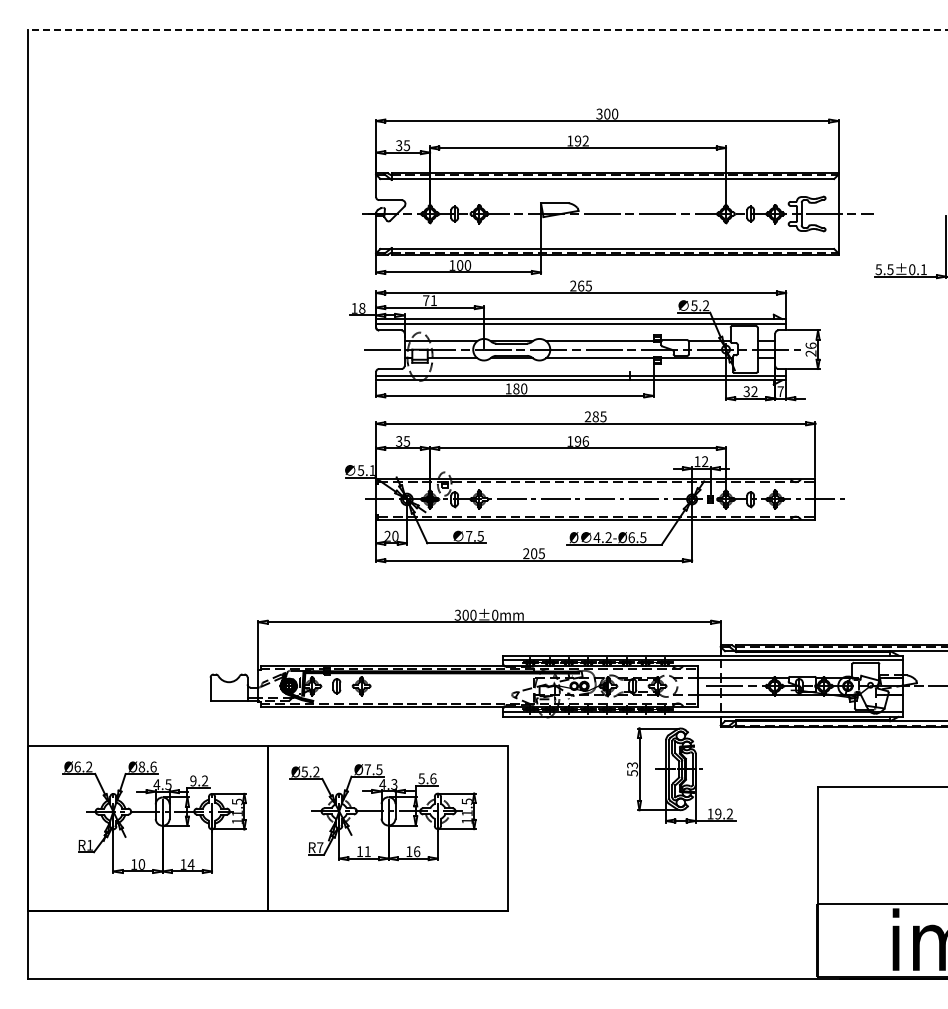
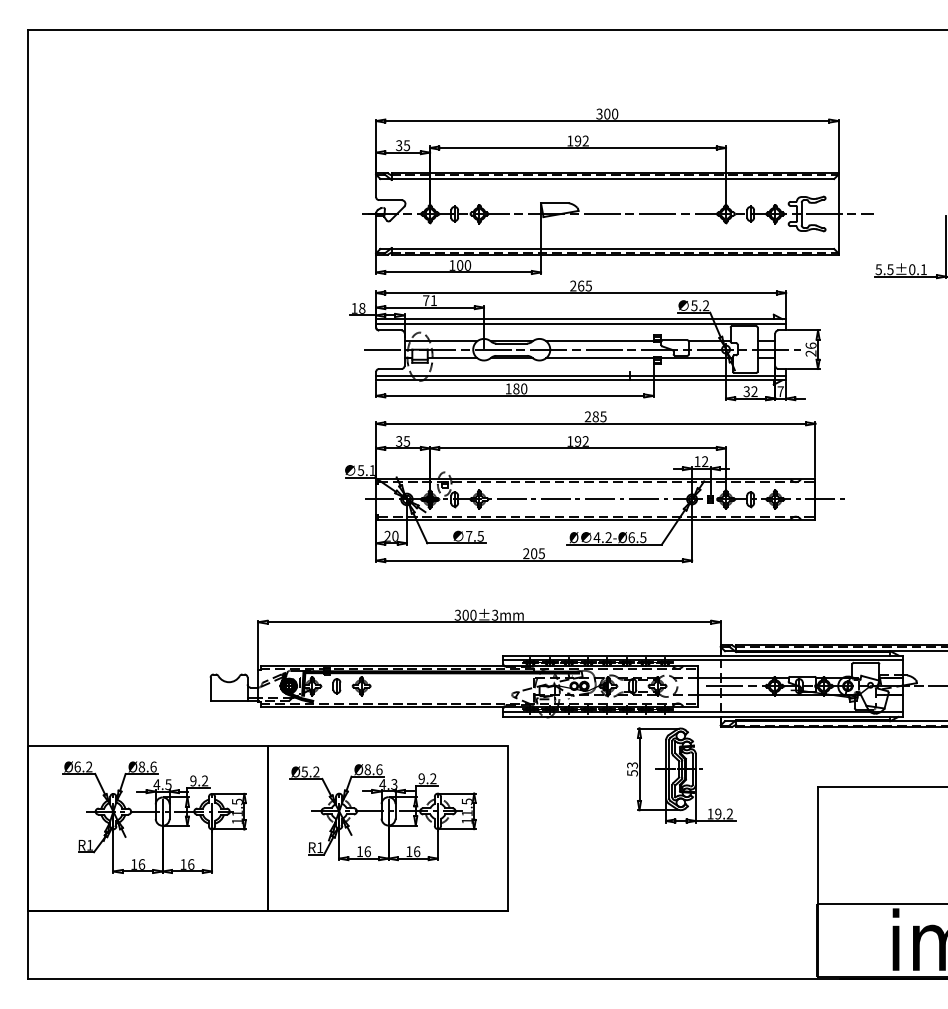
line at (488, 30): dashed -> solid
text at (585, 441): 196 -> 192
text at (495, 615): 300±0mm -> 300±3mm
text at (373, 769): Ø7.5 -> Ø8.6
text at (427, 778): 5.6 -> 9.2
text at (320, 847): R7 -> R1
text at (367, 851): 11 -> 16
text at (141, 864): 10 -> 16
text at (190, 864): 14 -> 16
